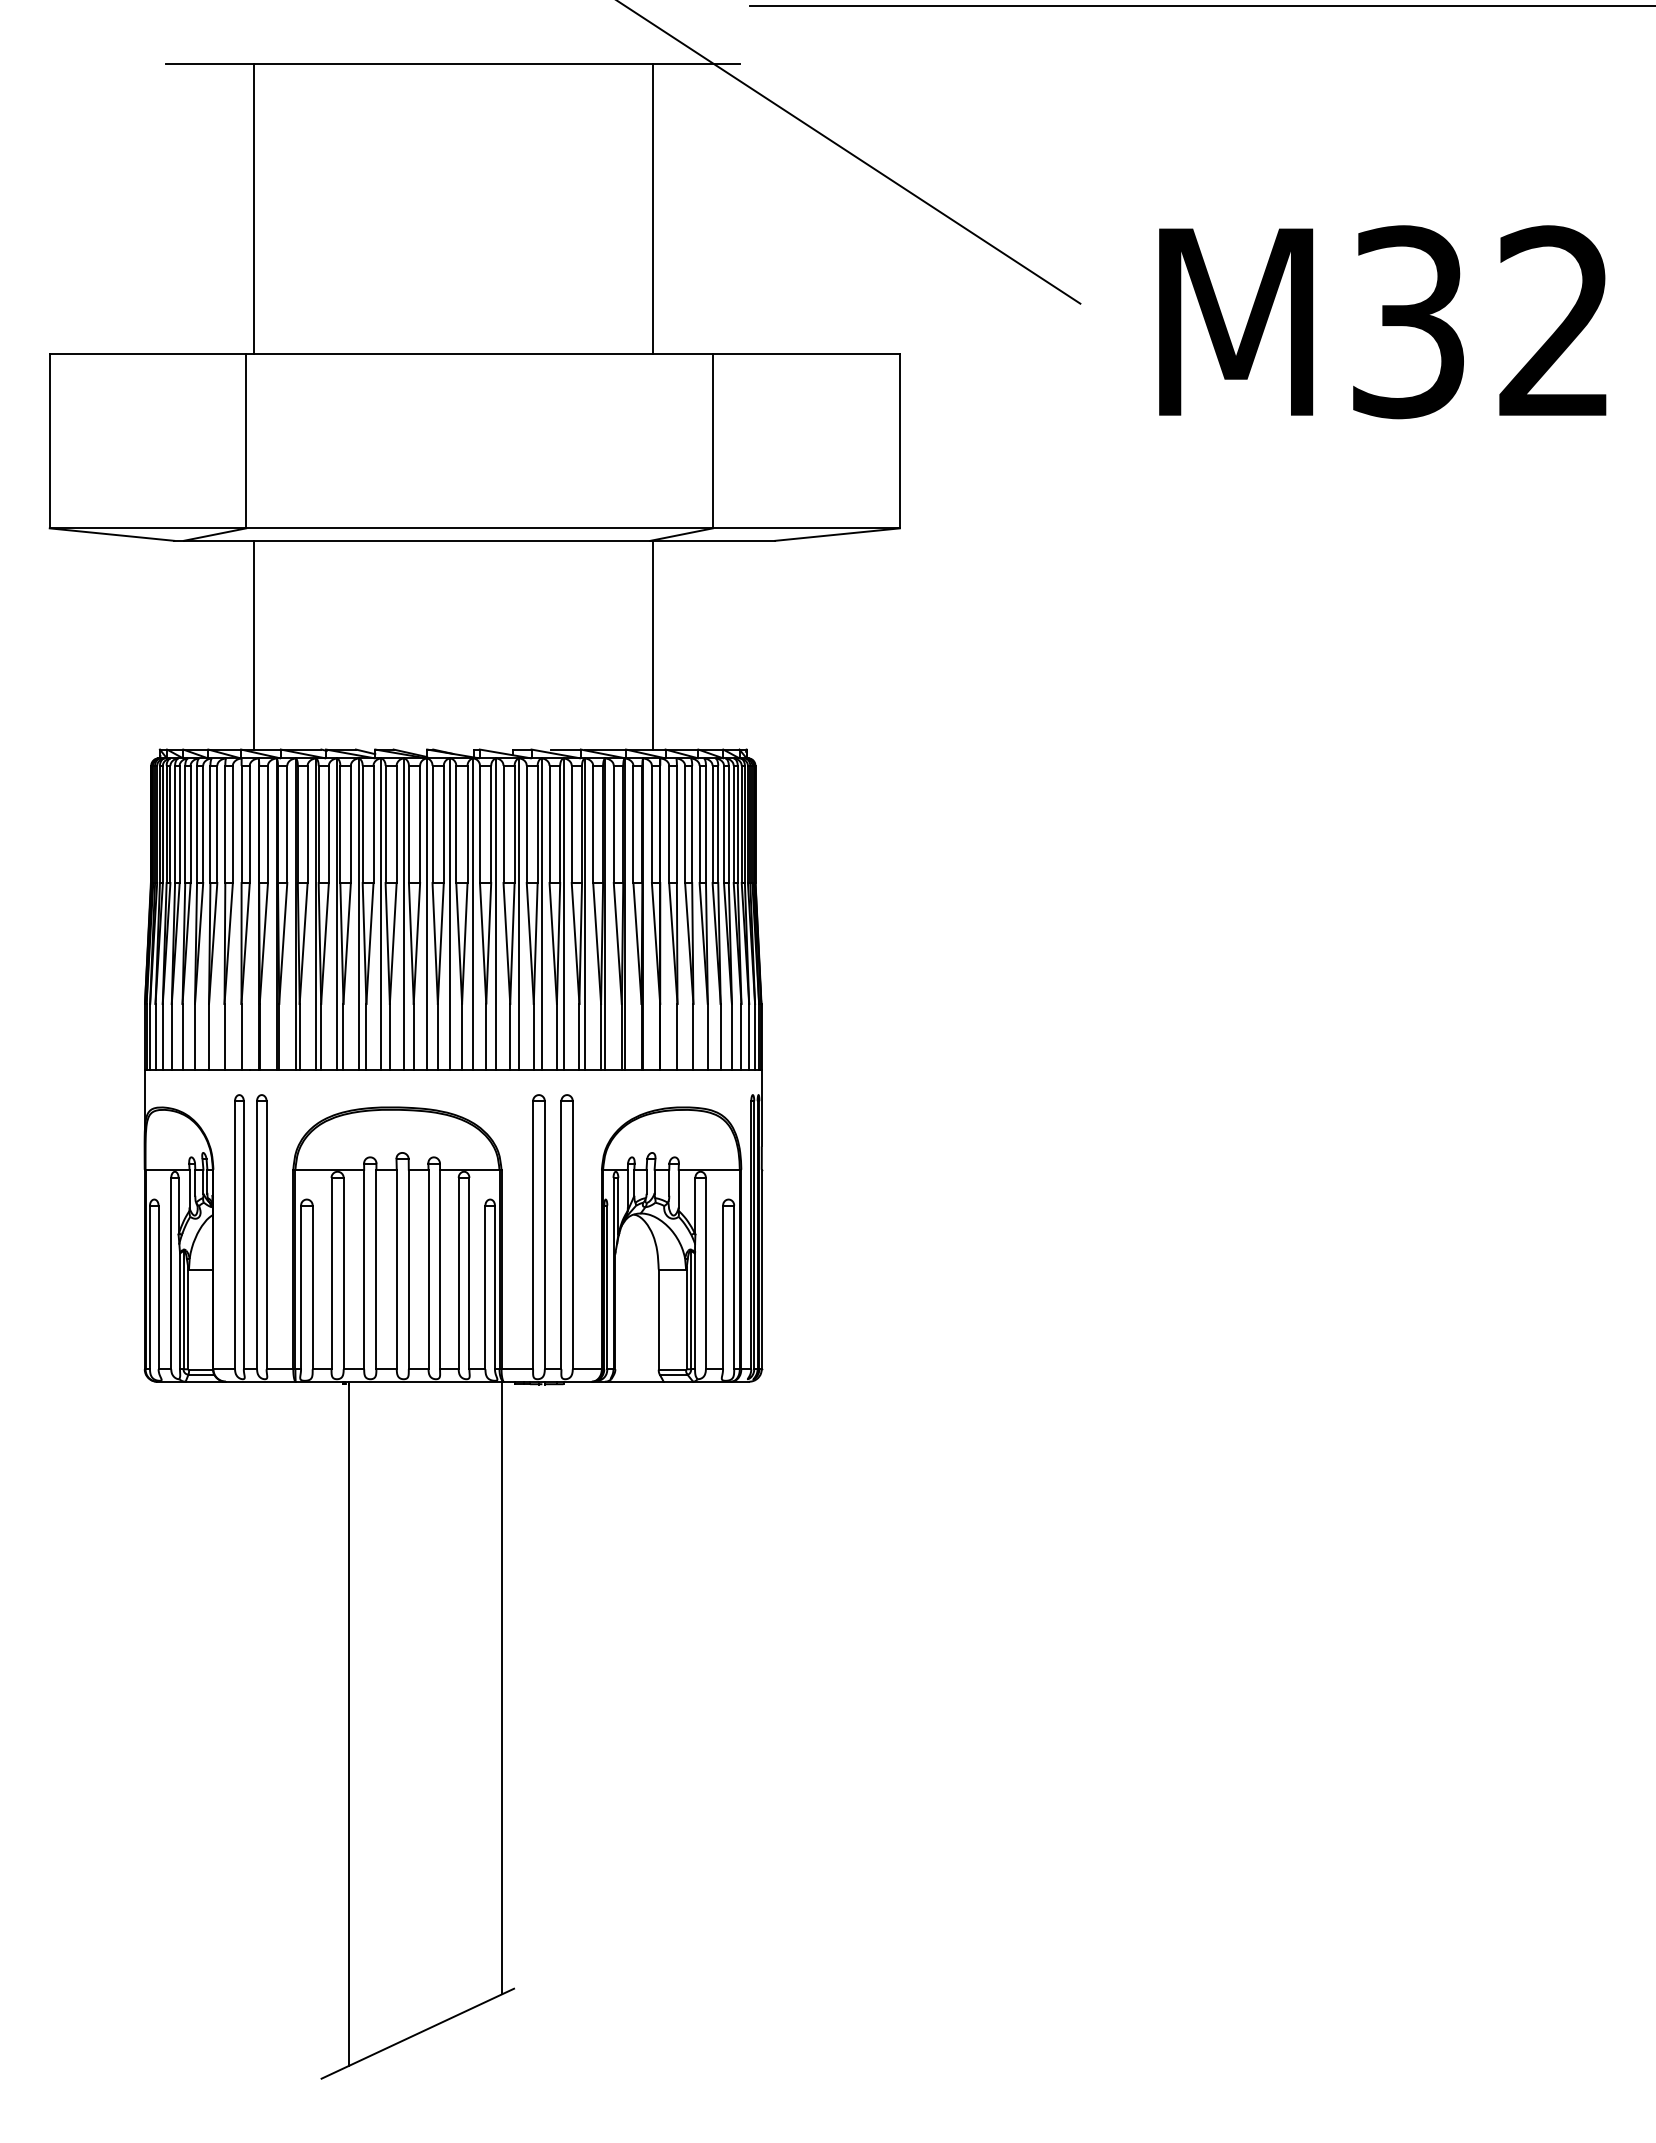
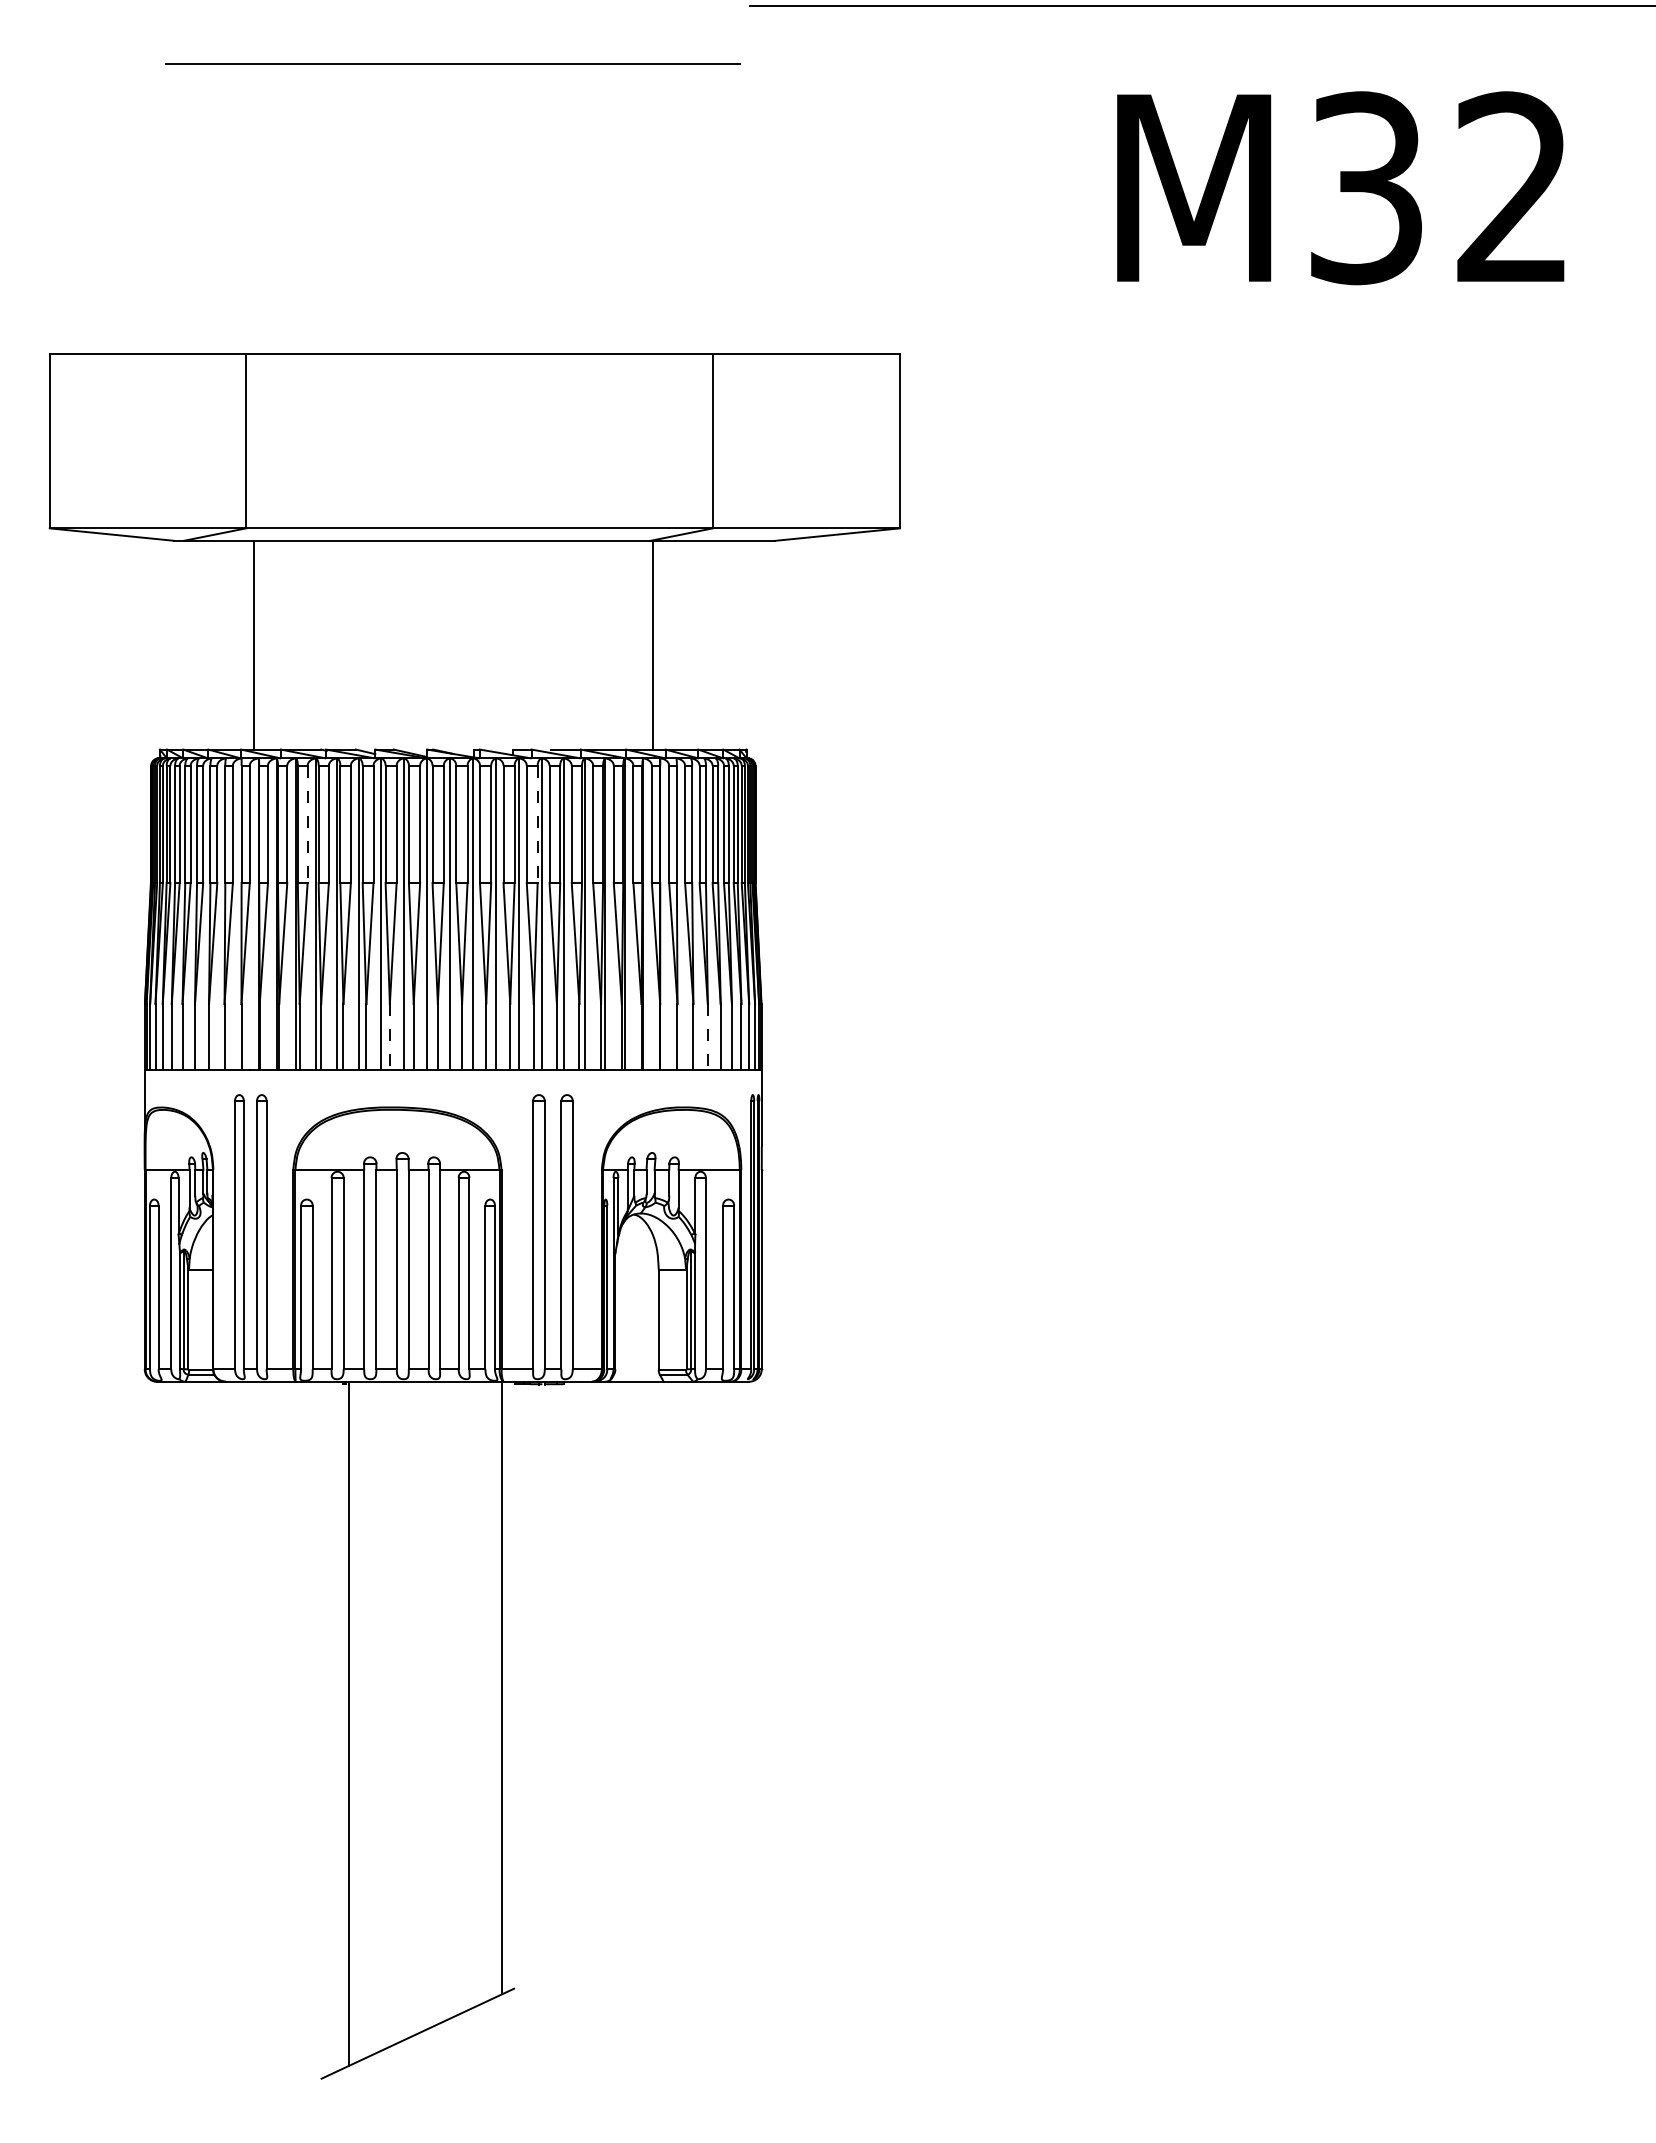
line at (849, 152): present -> none
line at (253, 208): present -> none
line at (652, 208): present -> none
text at (1382, 322) position: (1382, 322) -> (1340, 188)
line at (307, 824): solid -> dashed
line at (537, 824): solid -> dashed
line at (389, 1037): solid -> dashed
line at (707, 1037): solid -> dashed
